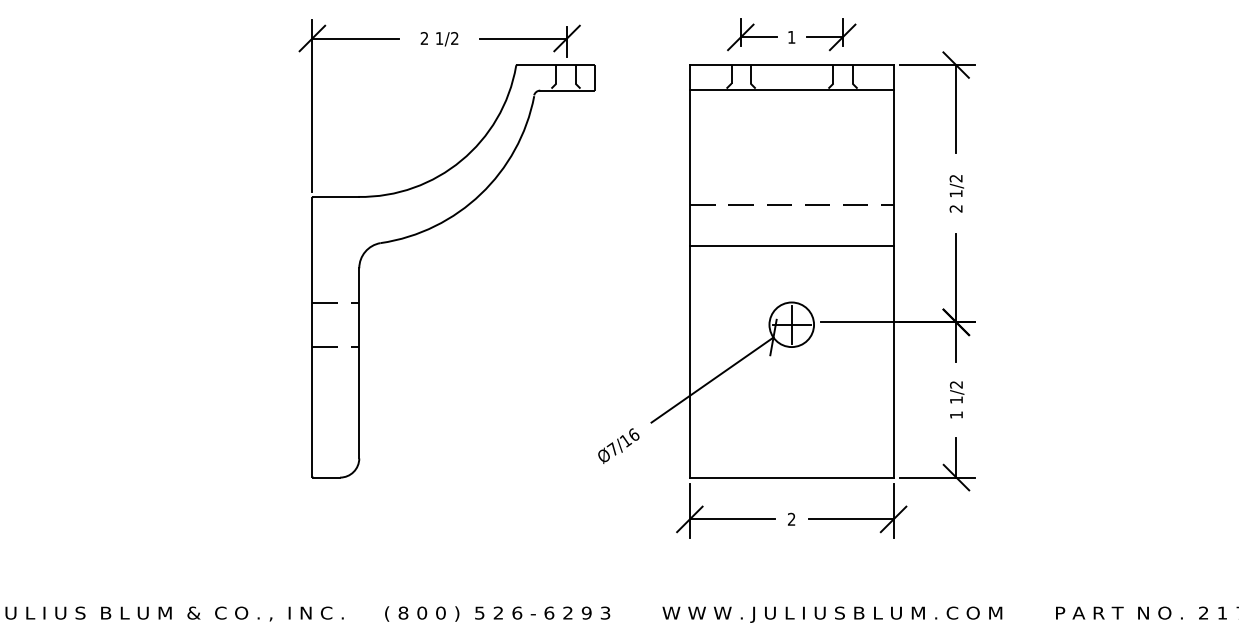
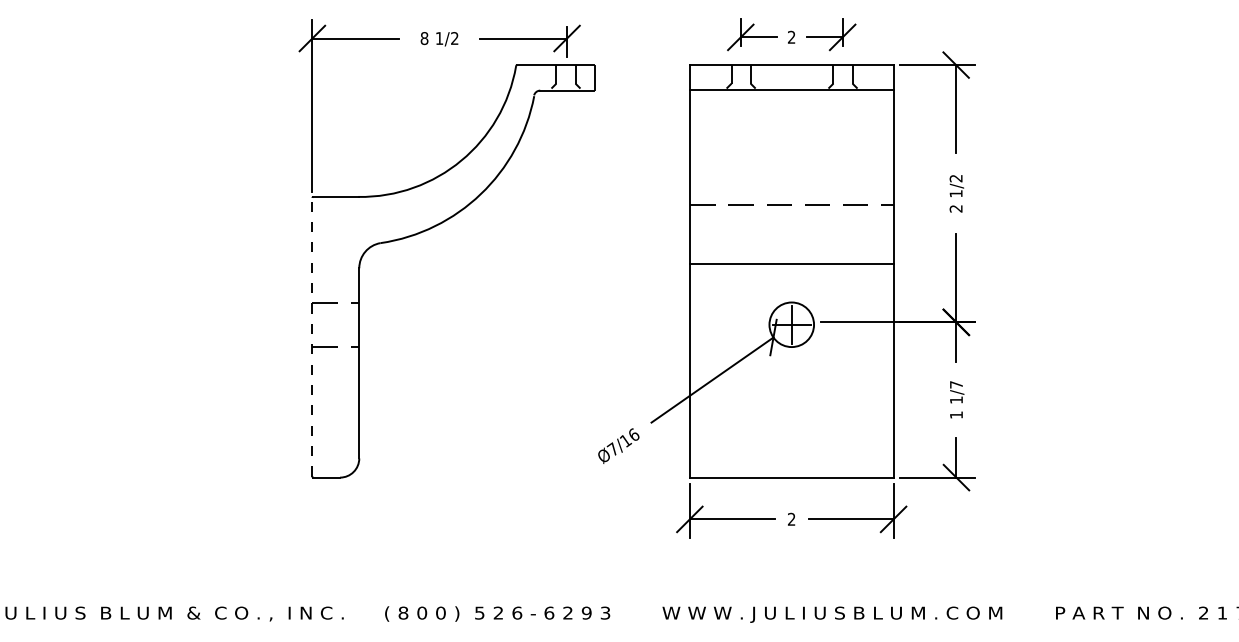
text at (791, 36): 1 -> 2
text at (424, 38): 2 -> 8
line at (791, 245) position: (791, 245) -> (791, 263)
line at (312, 336): solid -> dashed
text at (956, 384): 1/2 -> 1/7
